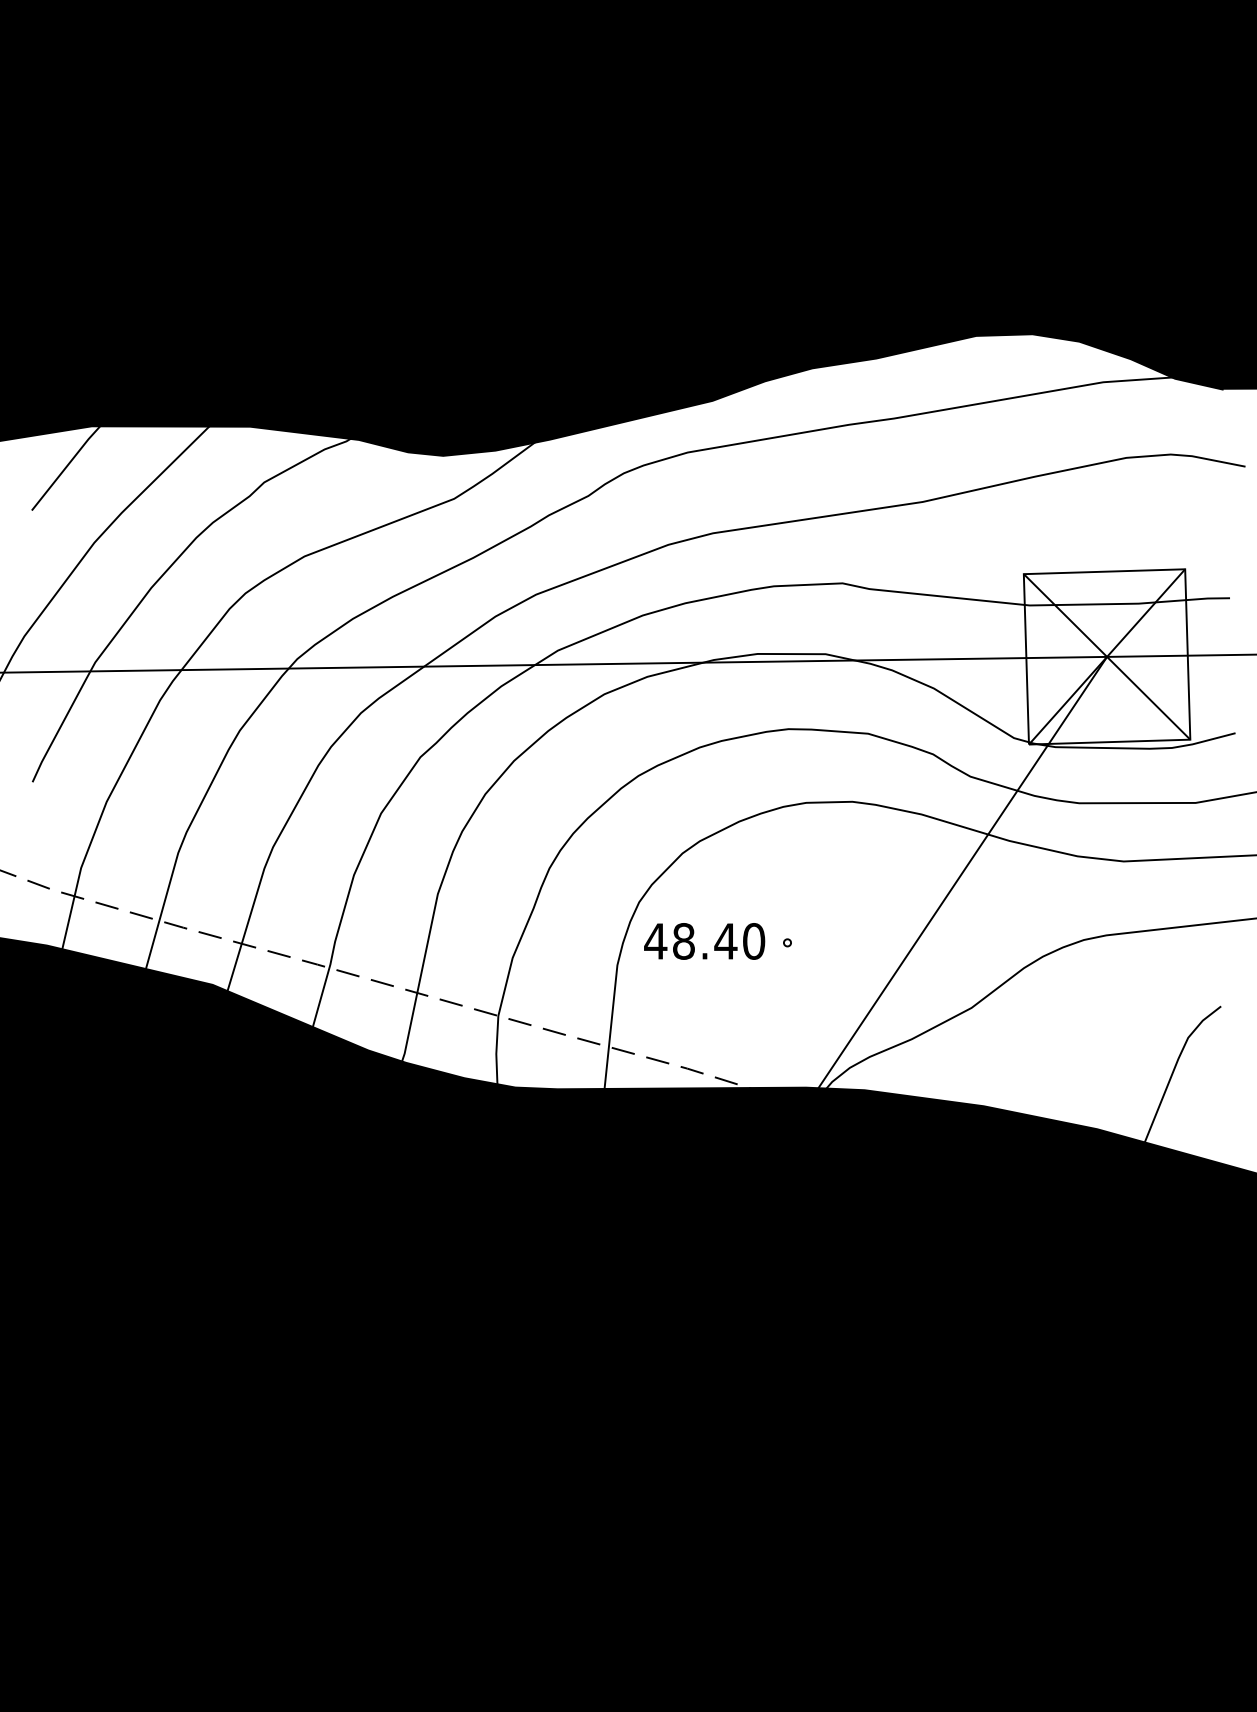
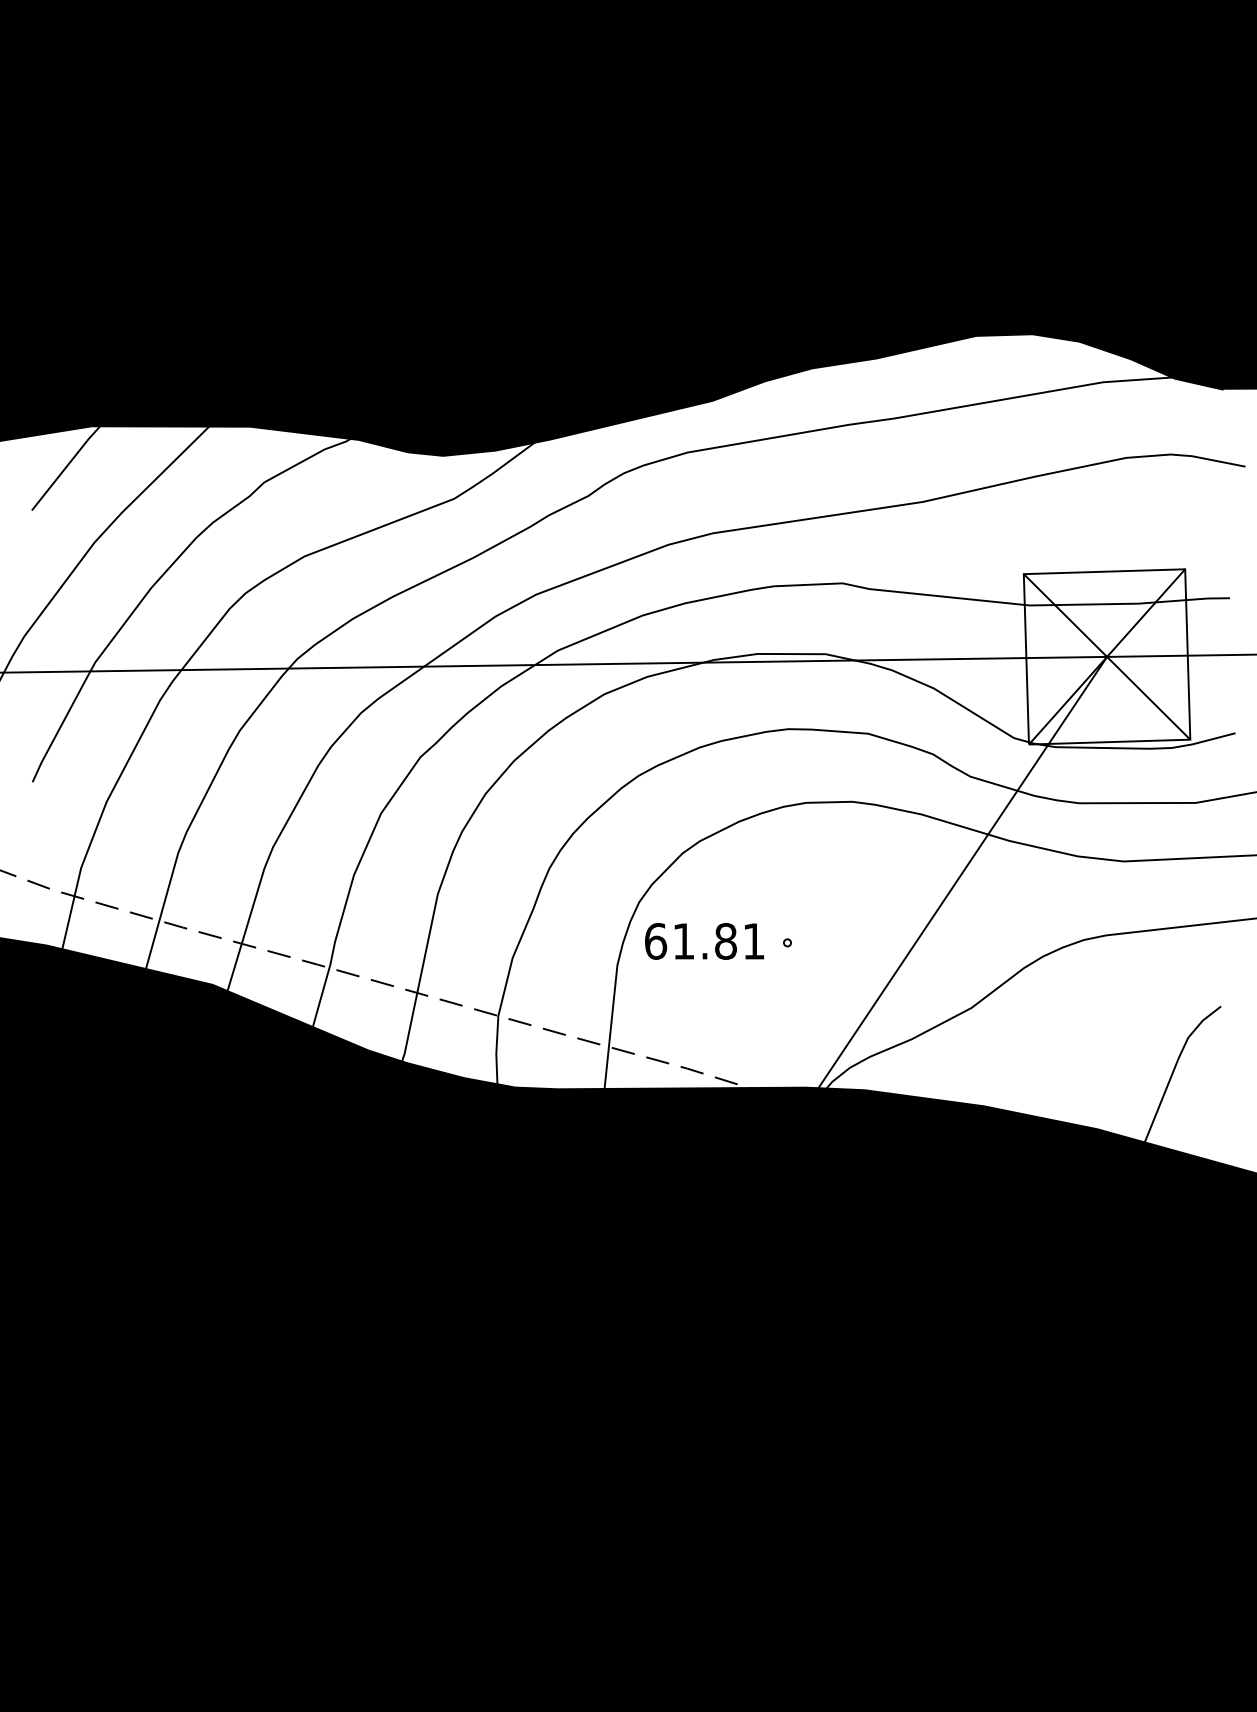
text at (704, 941): 48.40 -> 61.81
